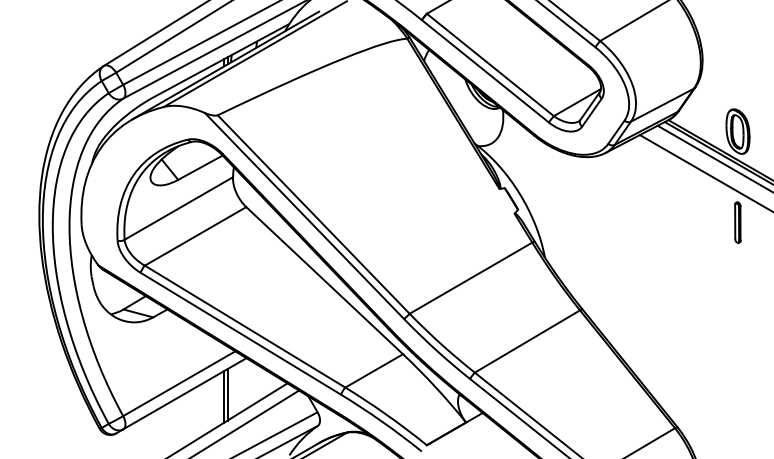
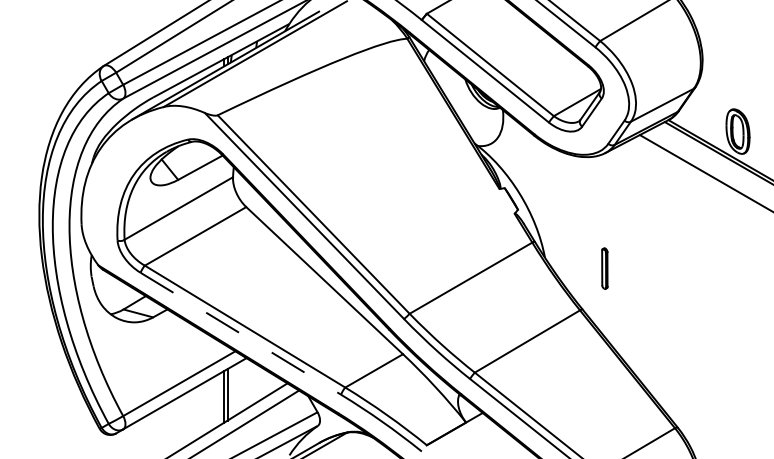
line at (713, 157): present -> none
part at (737, 222) position: (737, 222) -> (604, 268)
line at (241, 334): solid -> dashed
